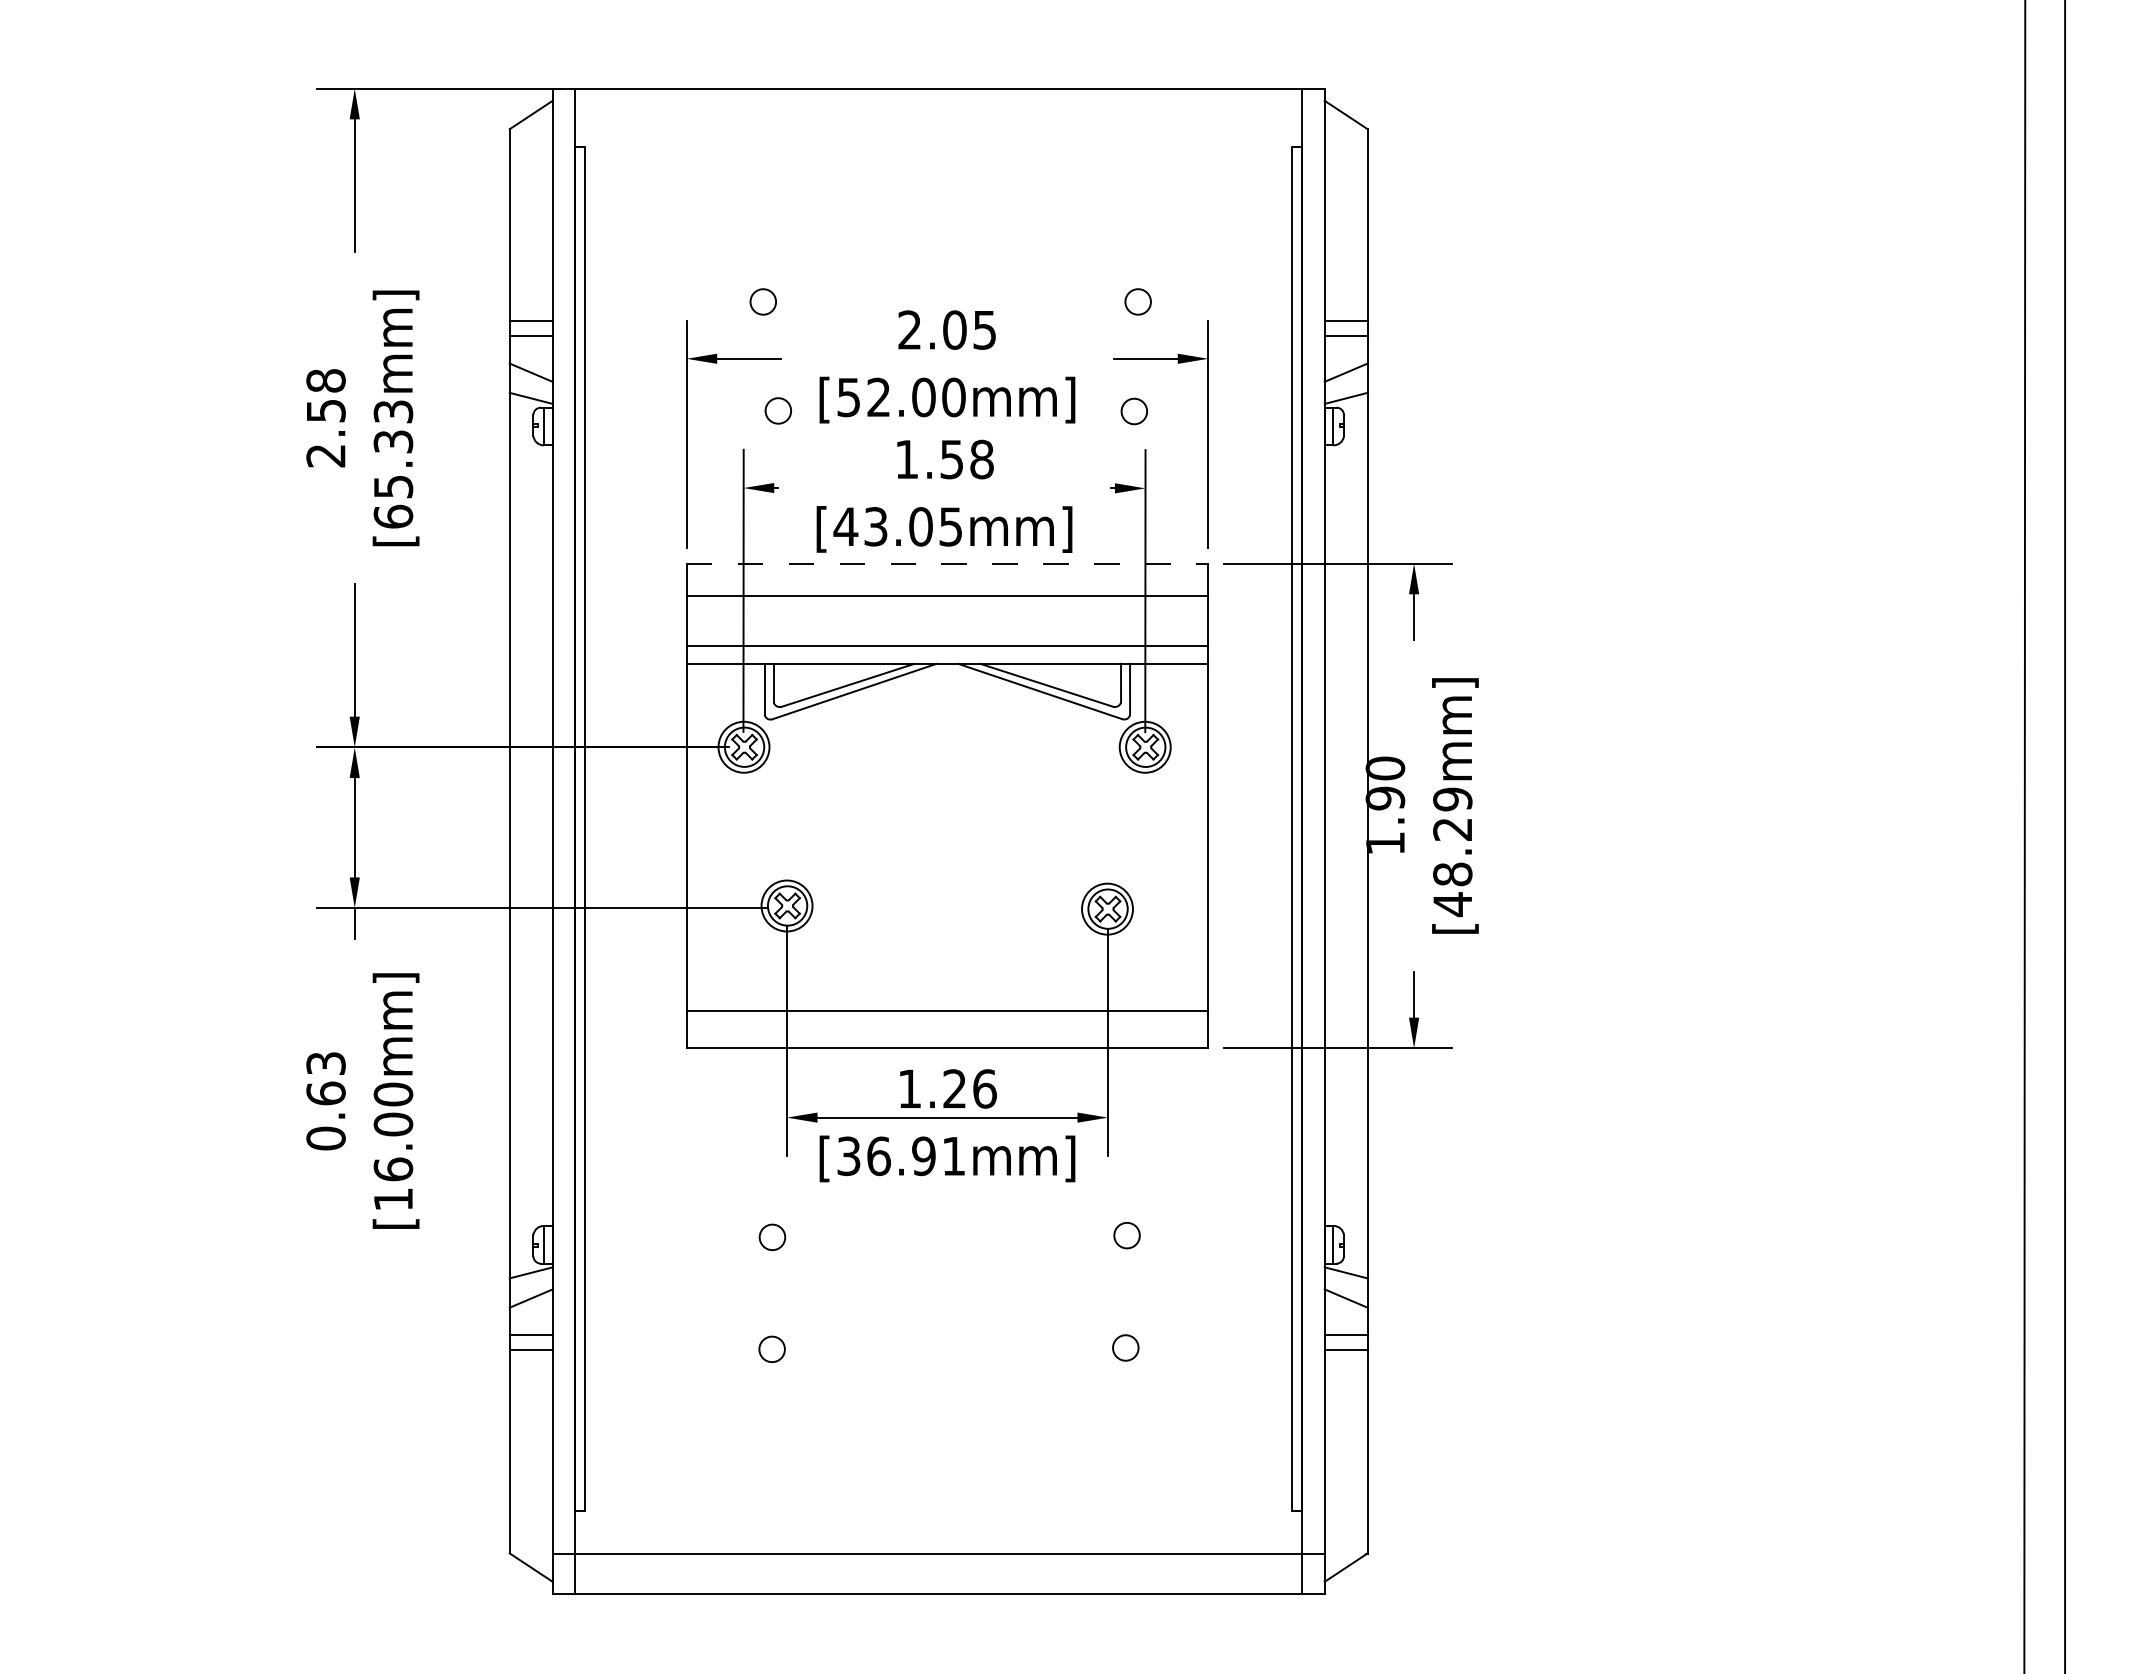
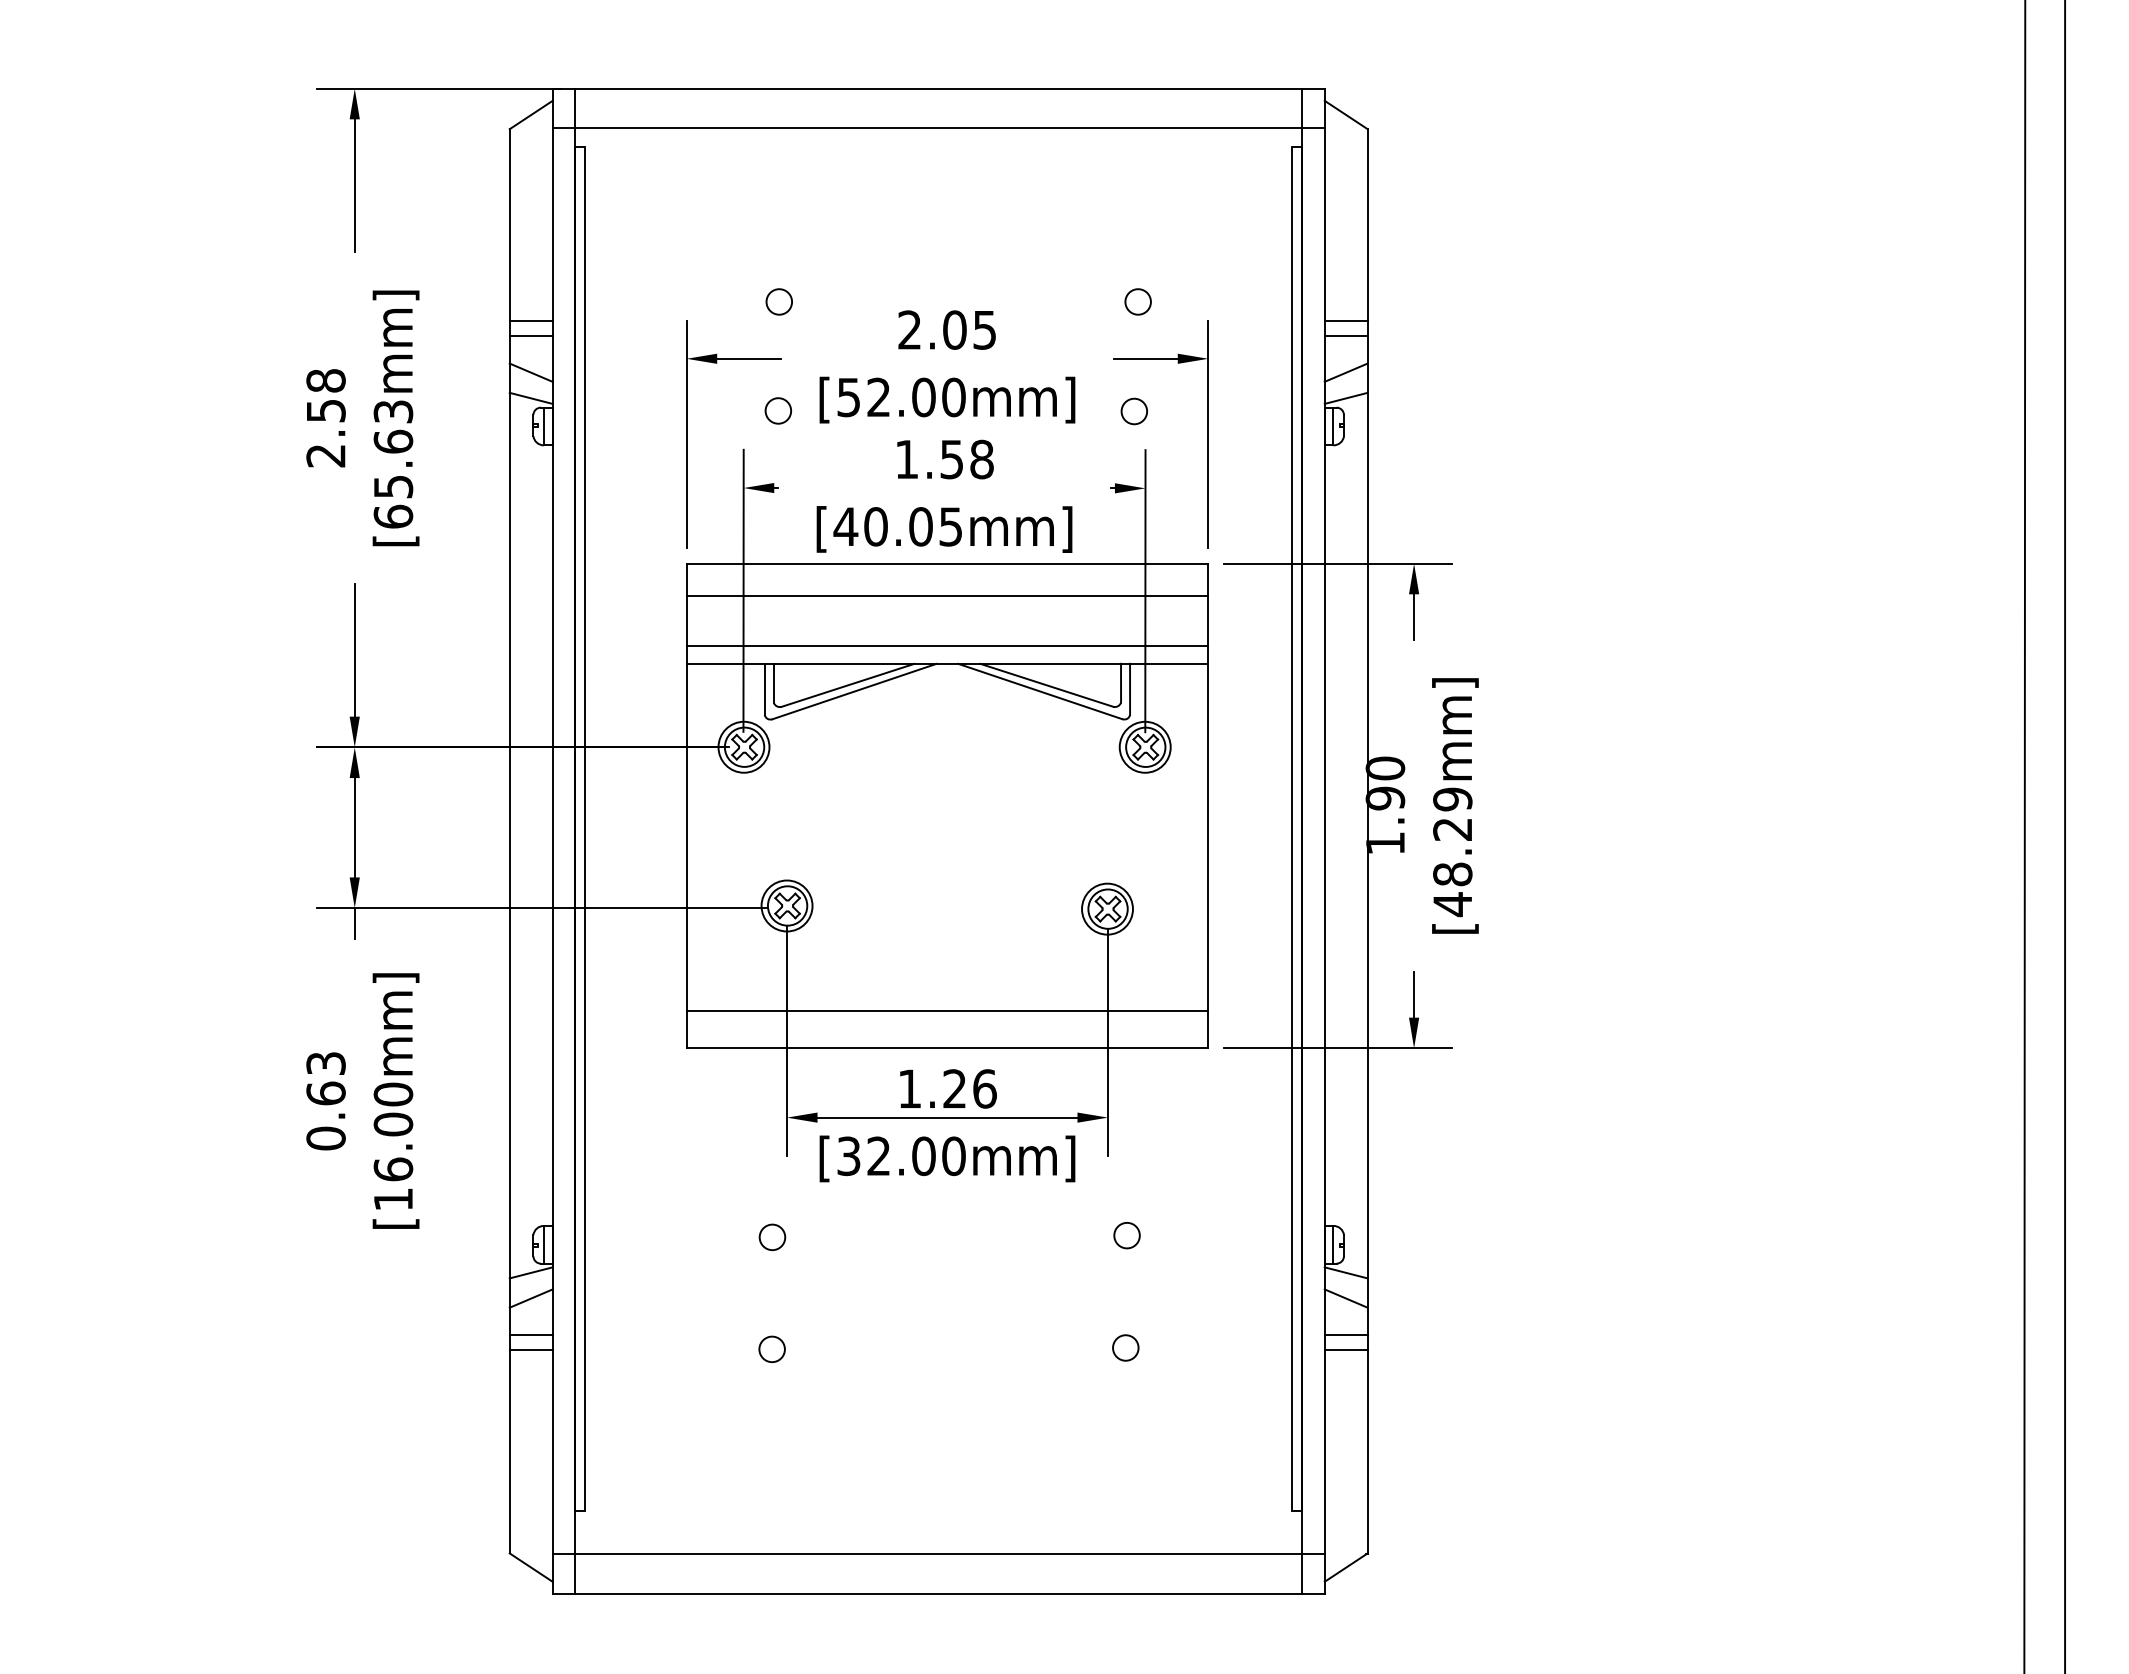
line at (938, 128): none -> present
circle at (762, 301) position: (762, 301) -> (778, 301)
text at (393, 441): [65.33mm] -> [65.63mm]
text at (875, 526): [43.05mm] -> [40.05mm]
line at (947, 563): dashed -> solid
text at (916, 1156): [36.91mm] -> [32.00mm]
